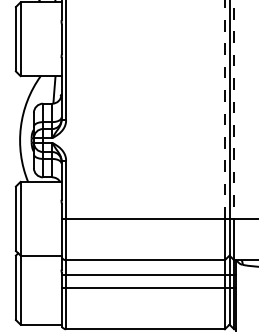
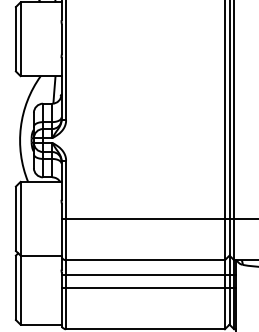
line at (224, 109): dashed -> solid
line at (234, 109): dashed -> solid
